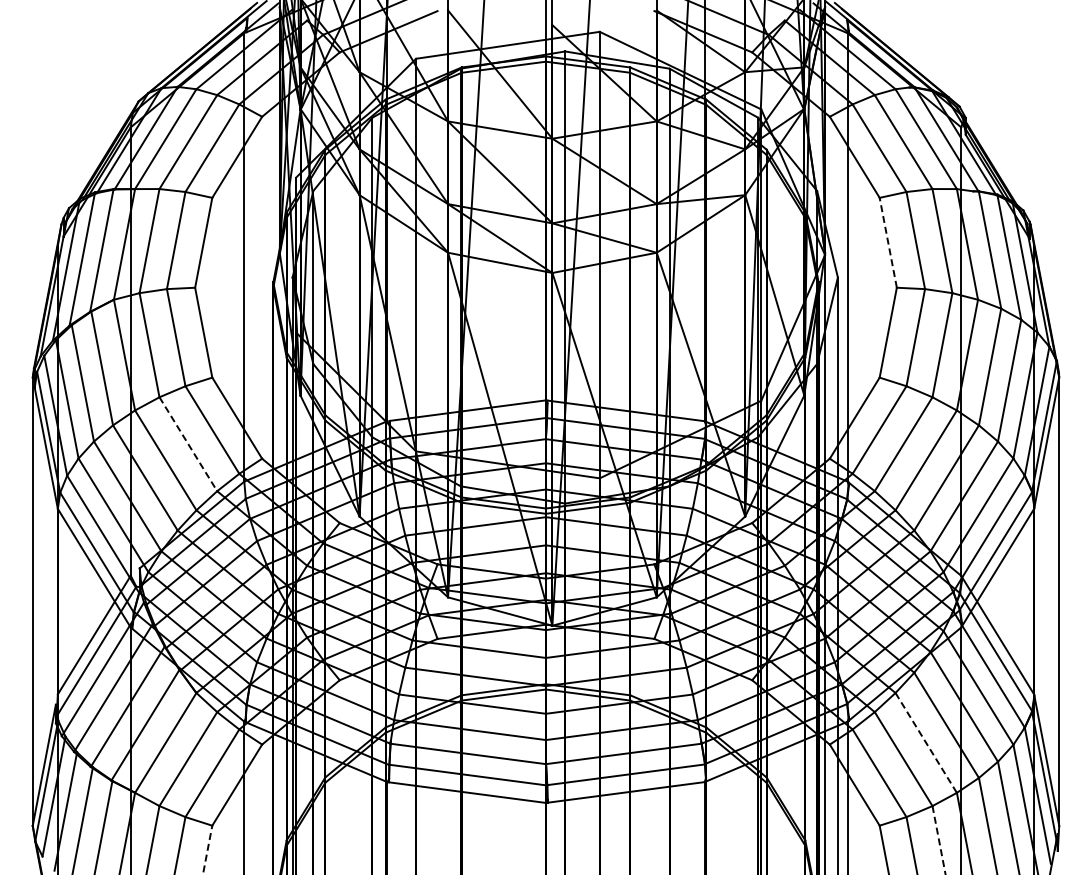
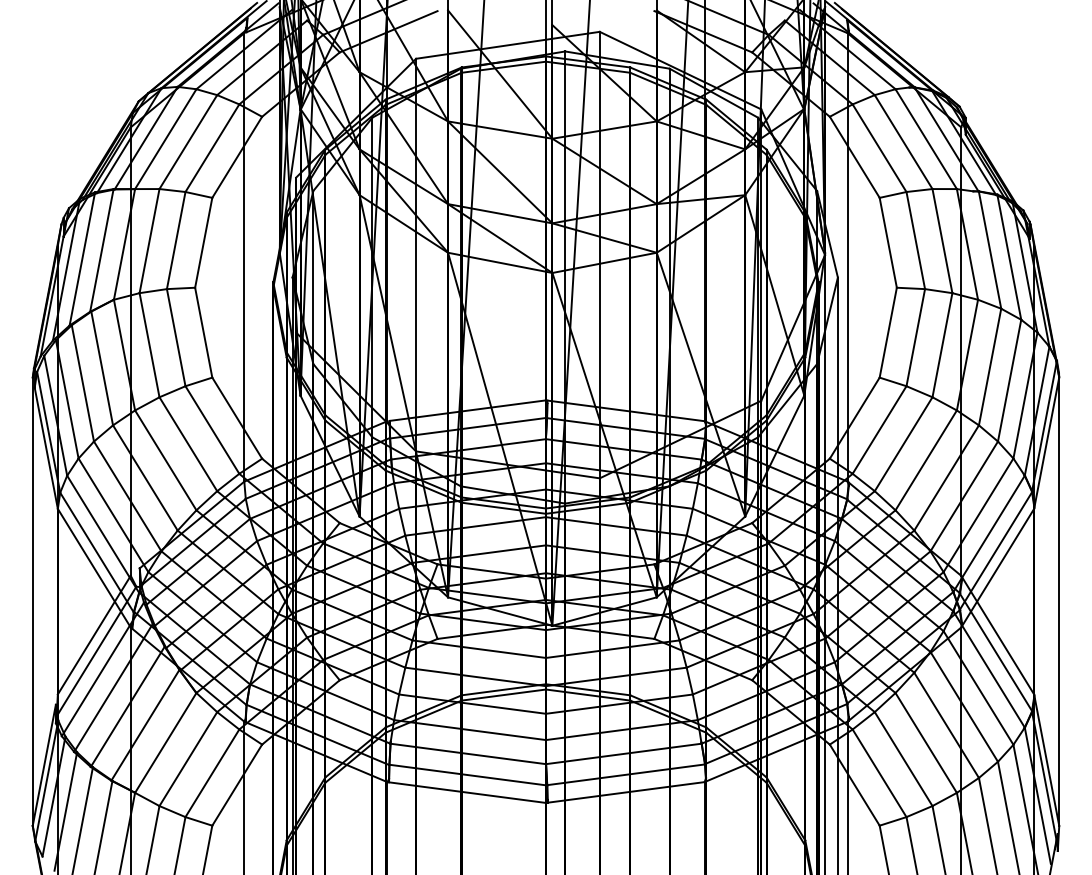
line at (888, 242): dashed -> solid
line at (188, 444): dashed -> solid
line at (926, 742): dashed -> solid
line at (939, 840): dashed -> solid
line at (207, 850): dashed -> solid
